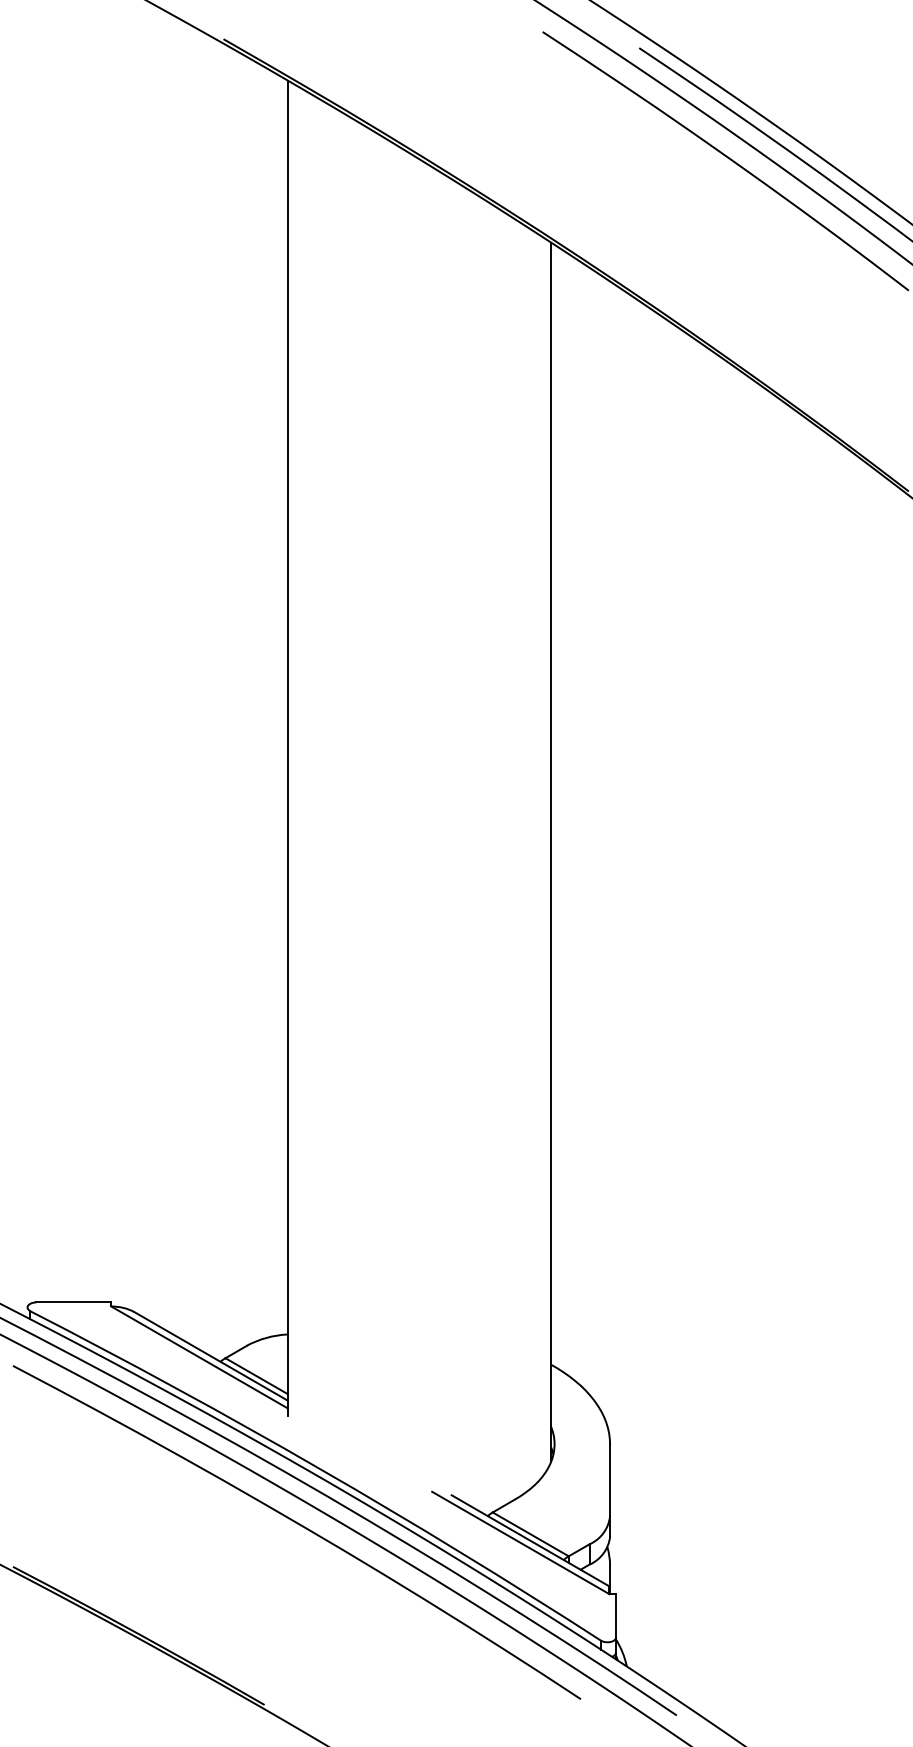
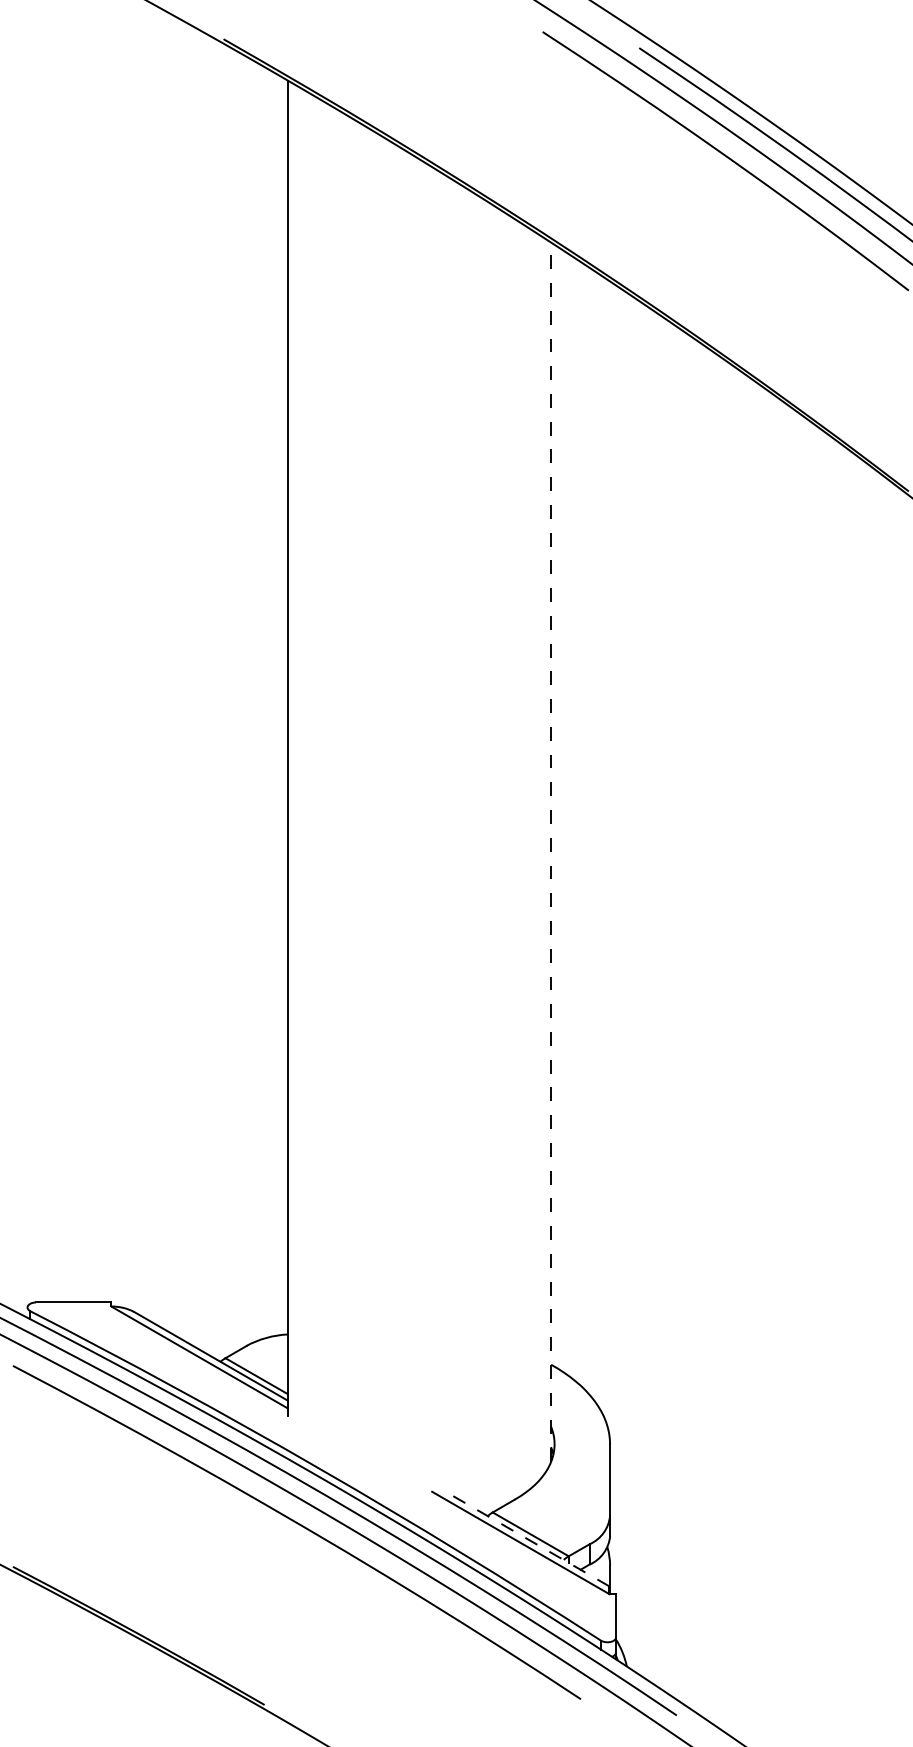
line at (551, 852): solid -> dashed
line at (530, 1540): solid -> dashed
